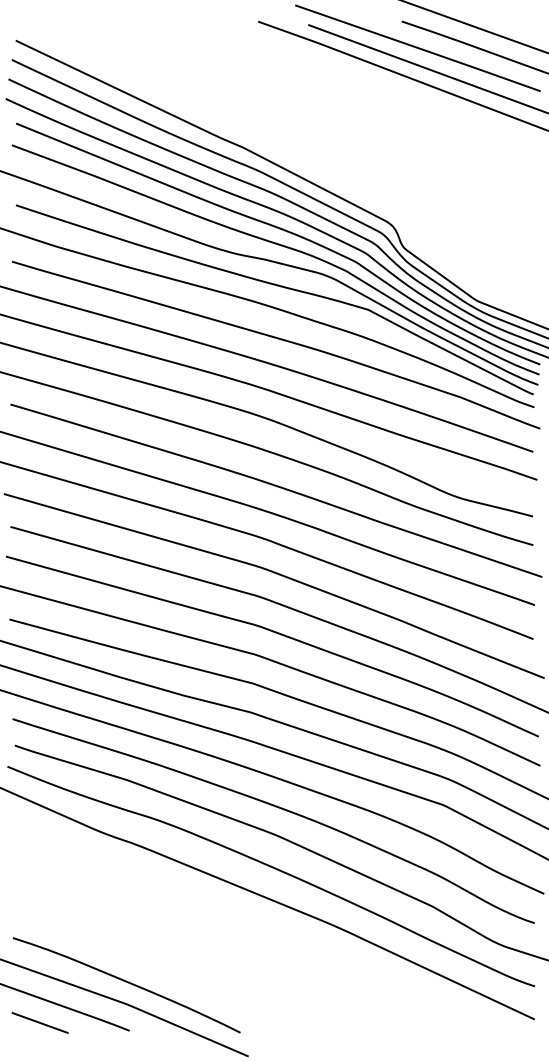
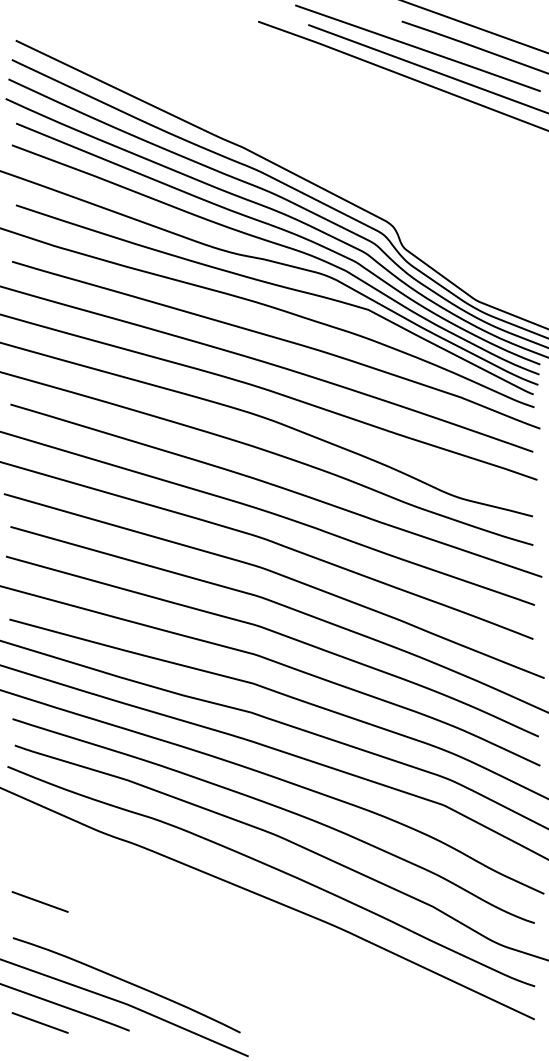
line at (39, 901): none -> present
